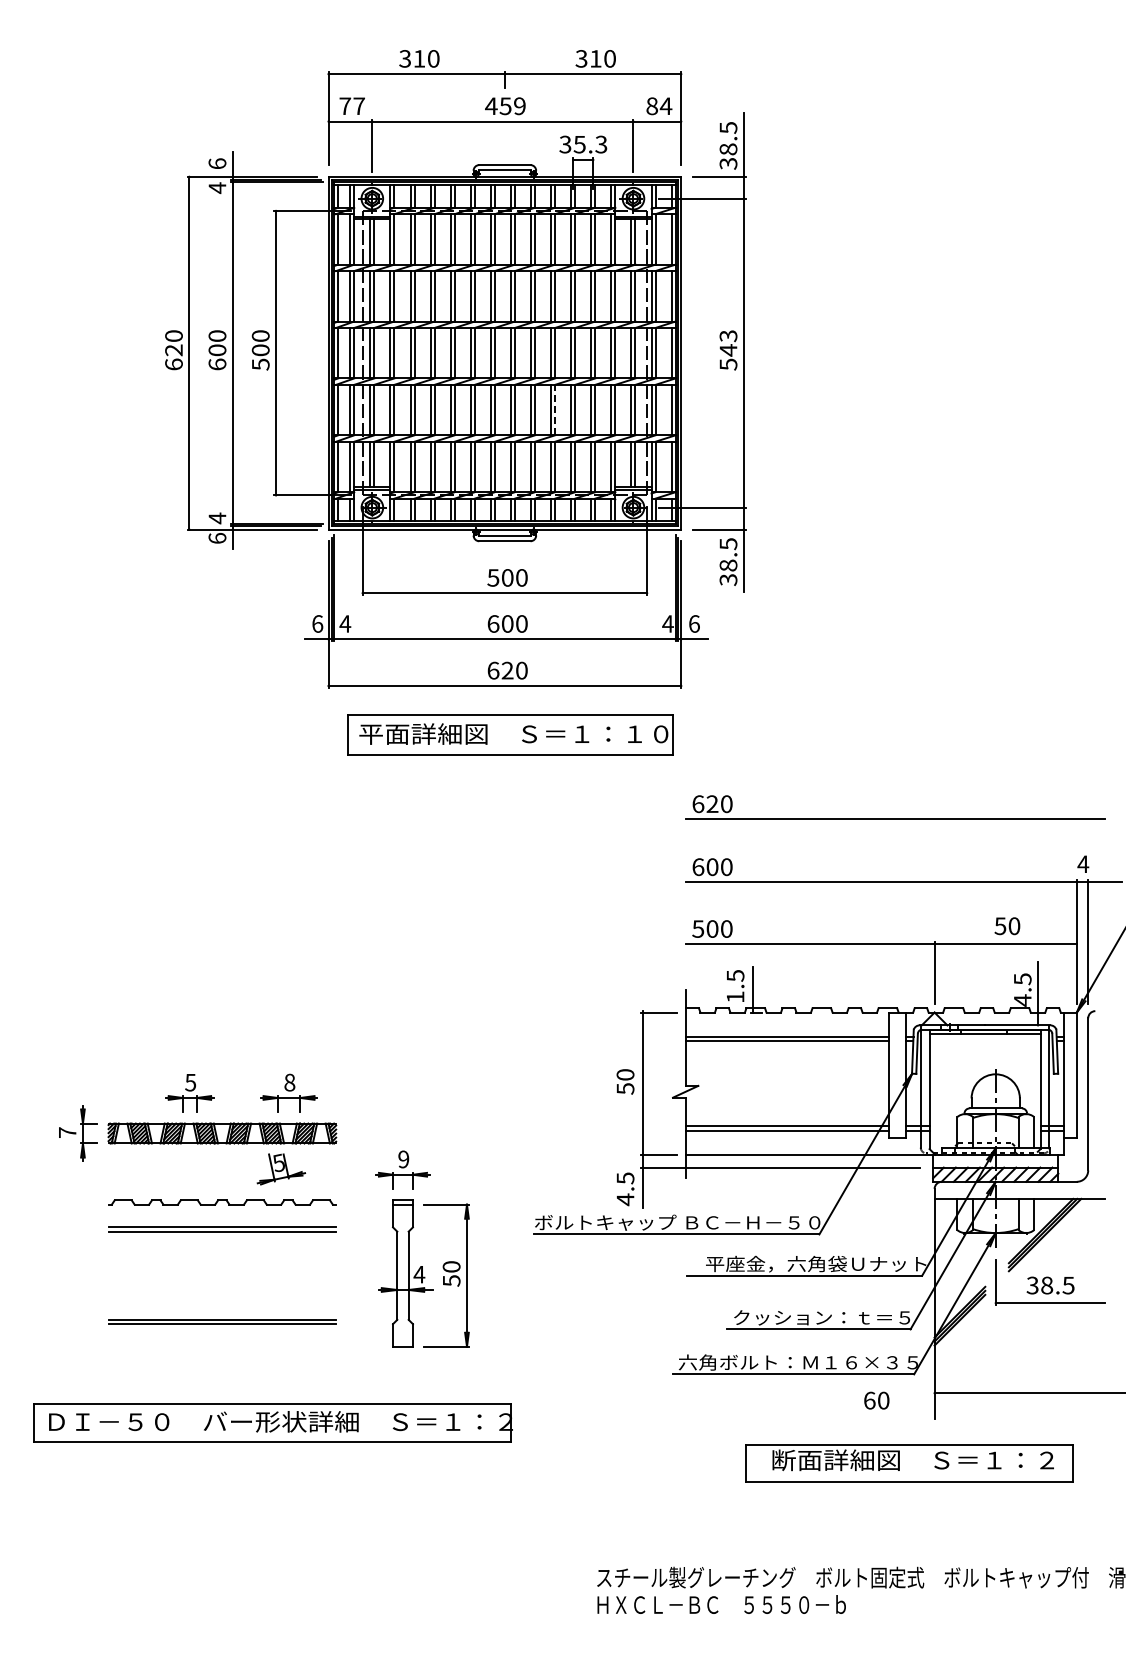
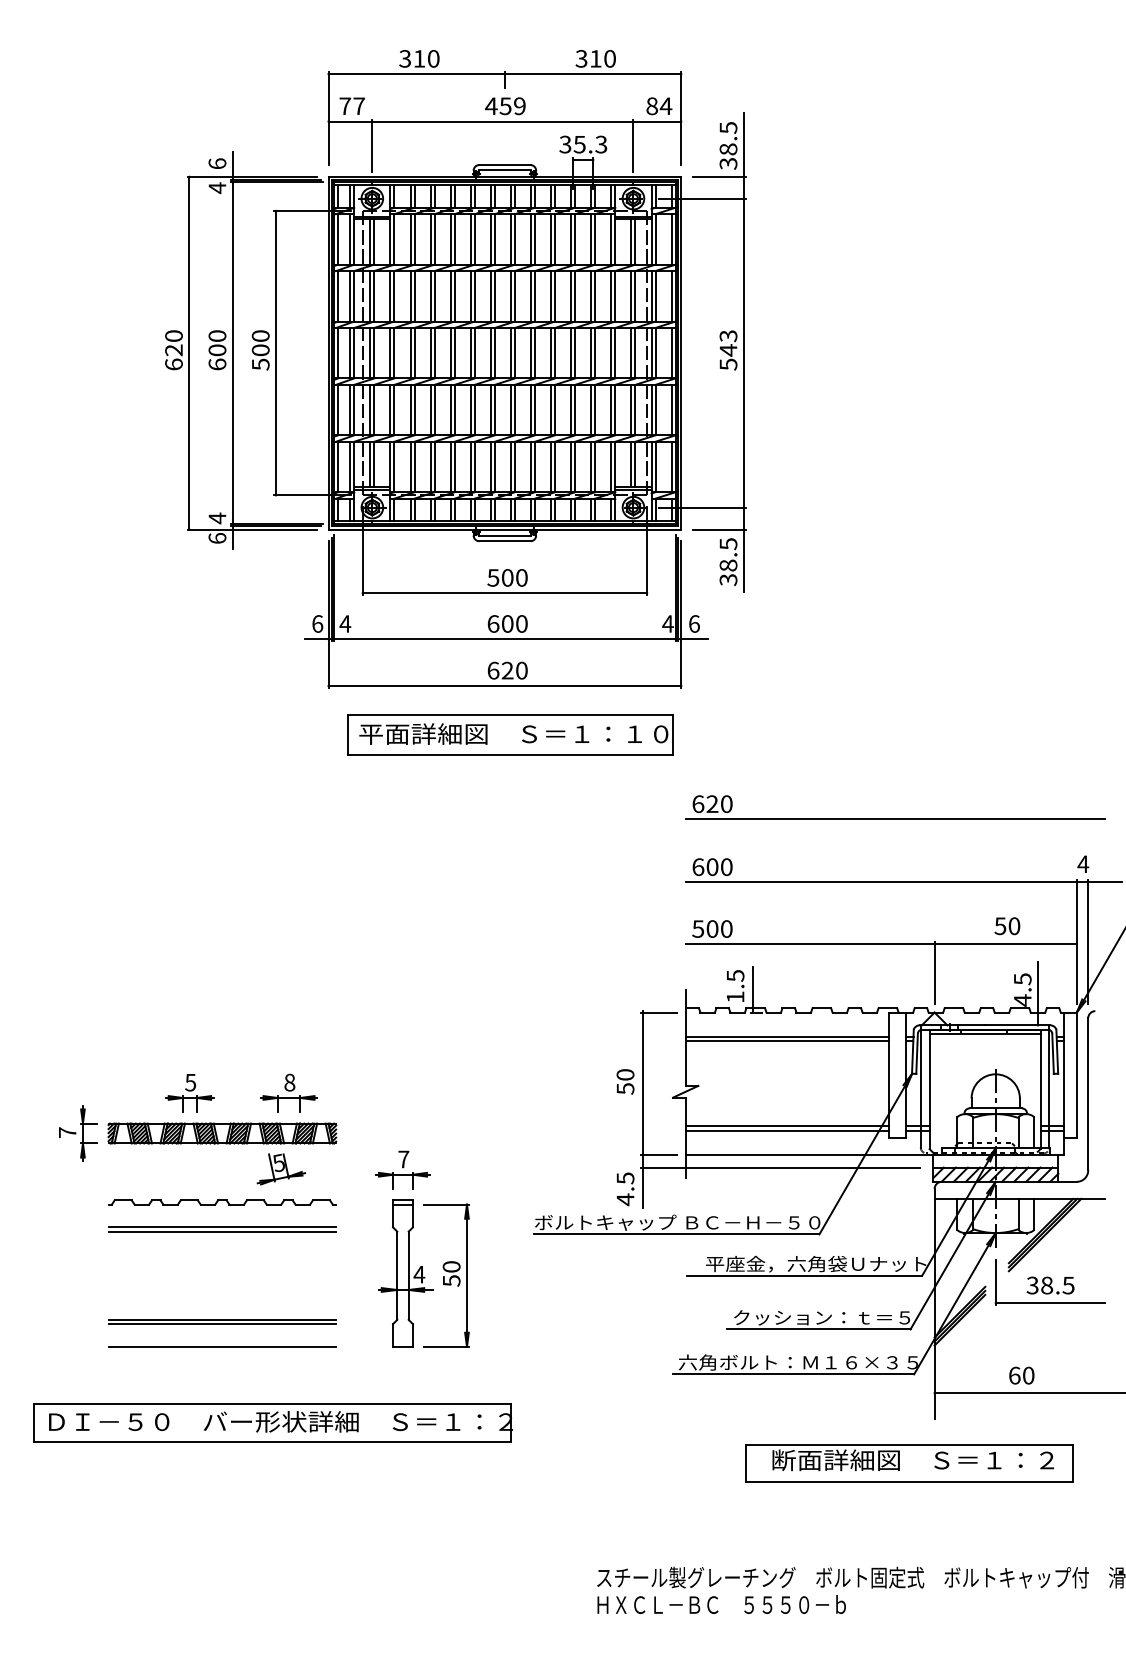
line at (555, 409): dashed -> solid
text at (403, 1159): 9 -> 7
line at (222, 1346): none -> present
text at (876, 1400) position: (876, 1400) -> (1021, 1375)
